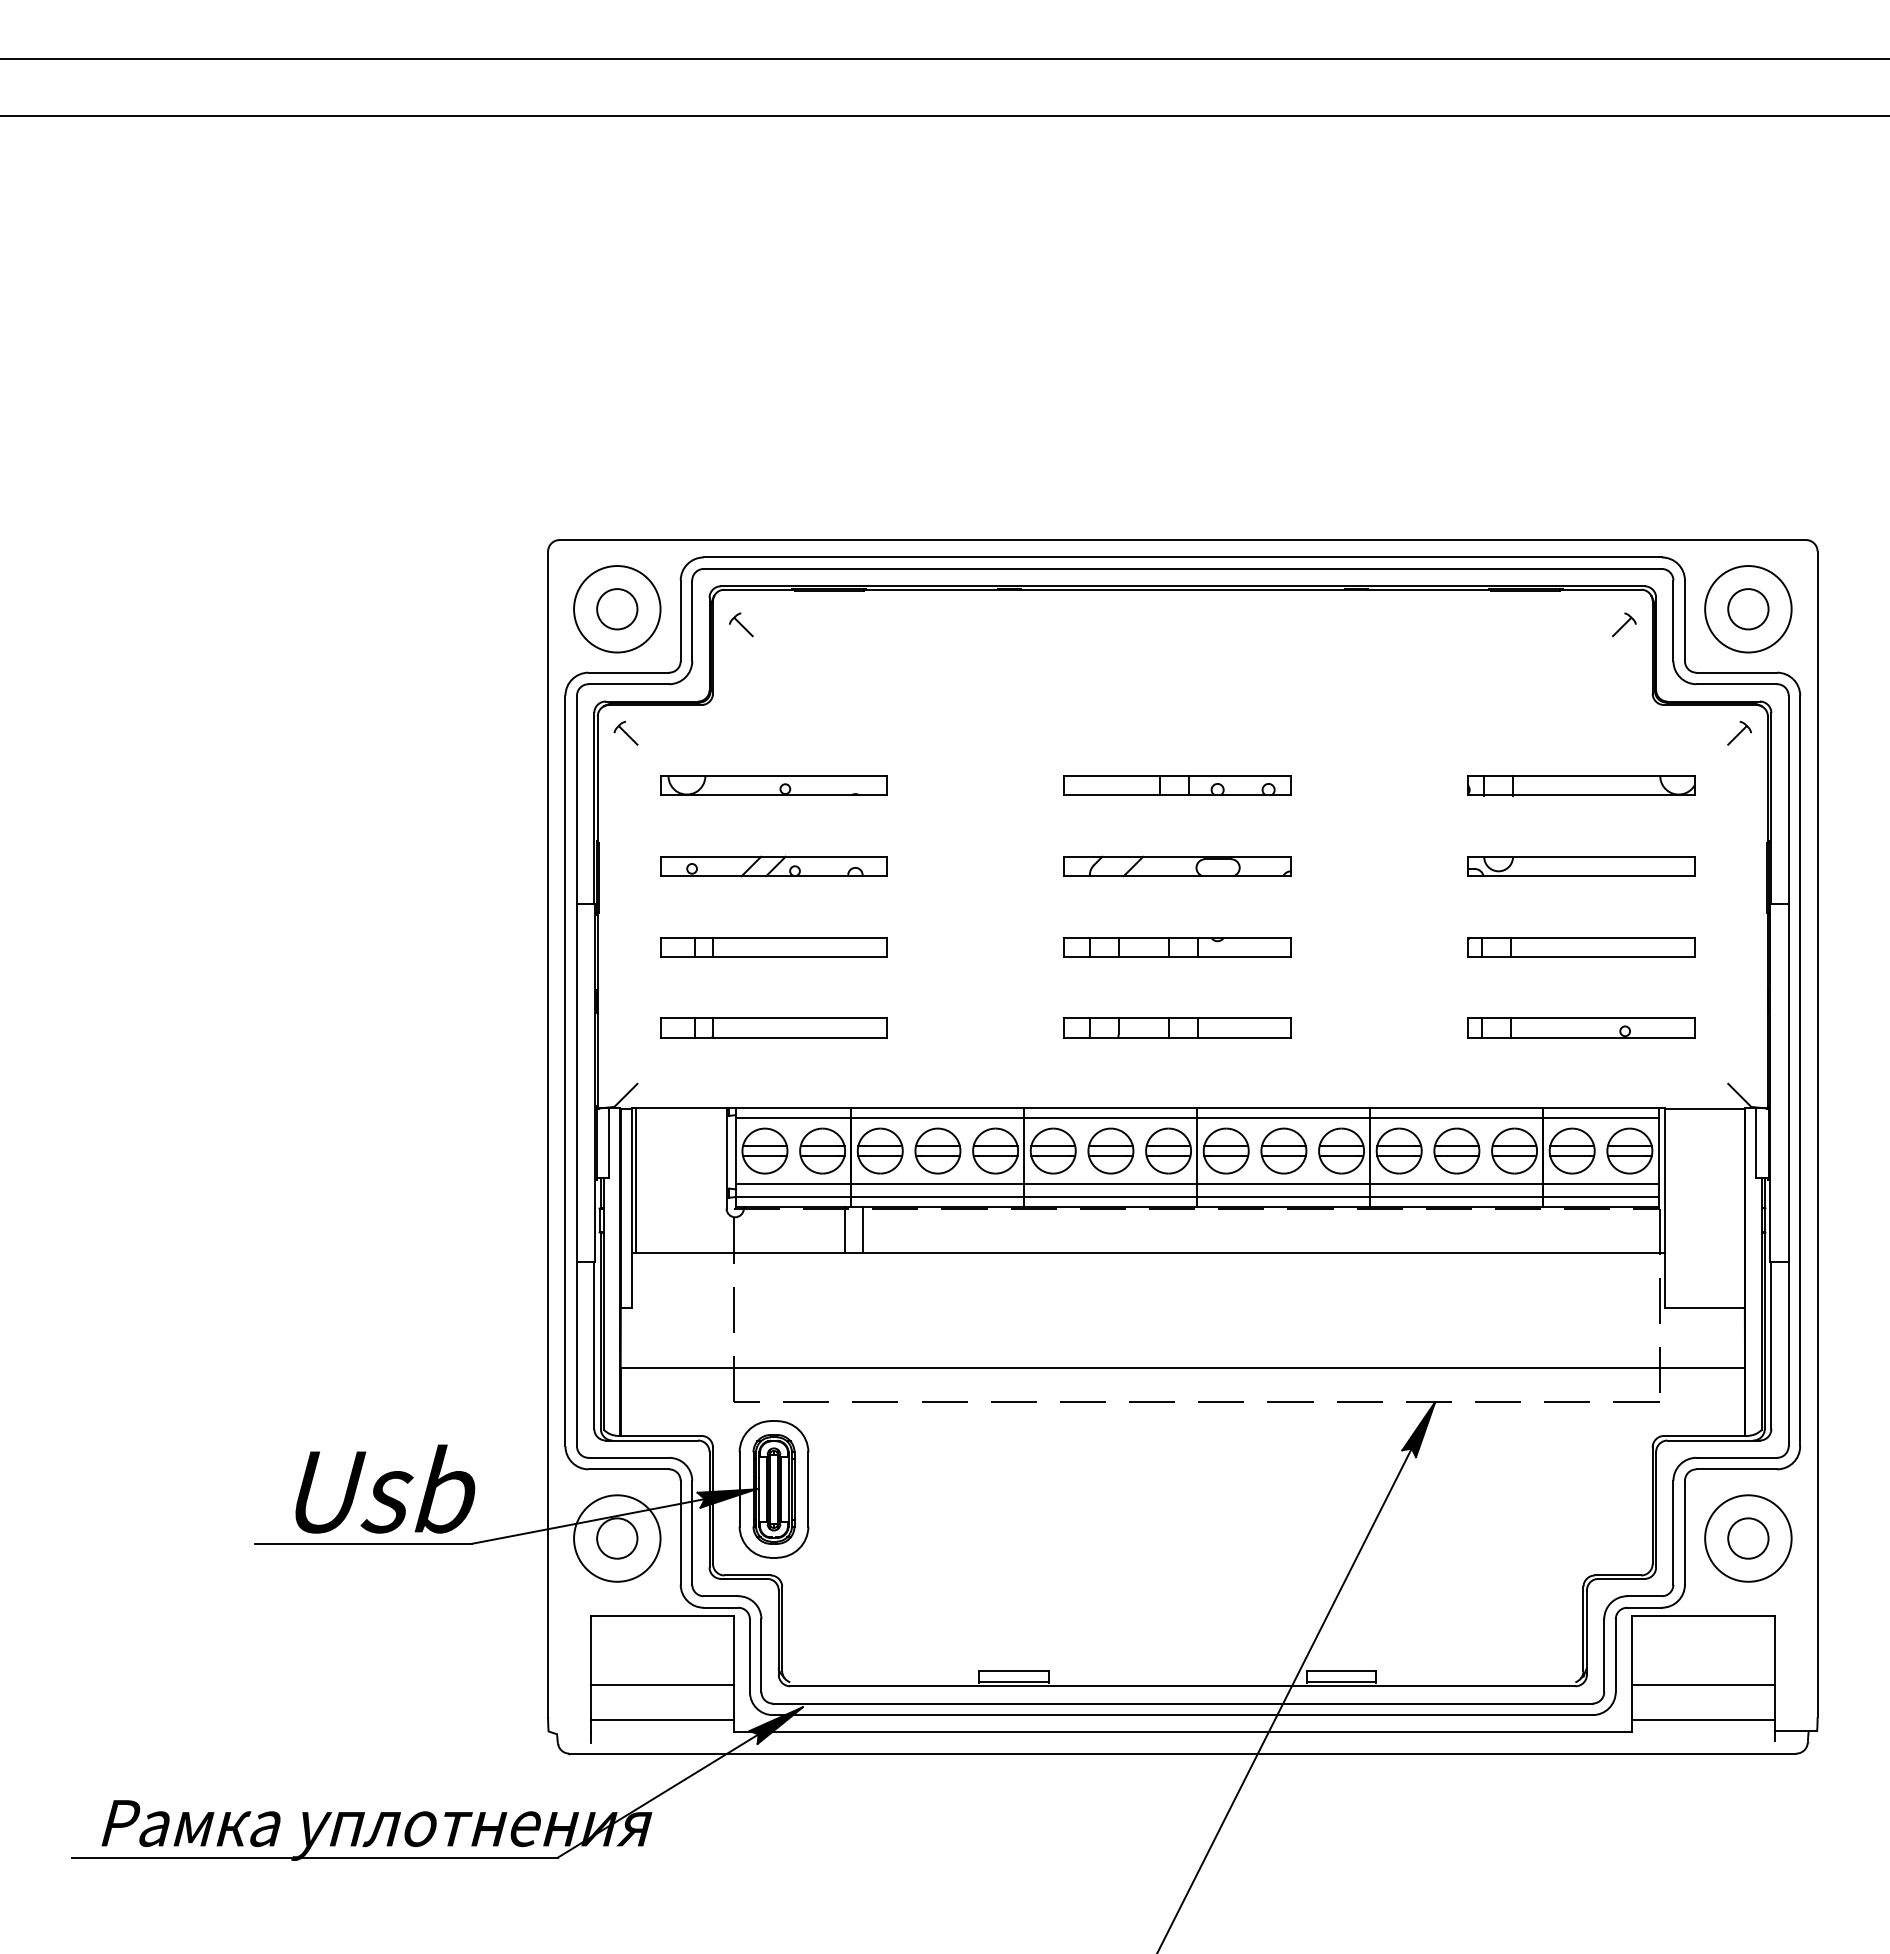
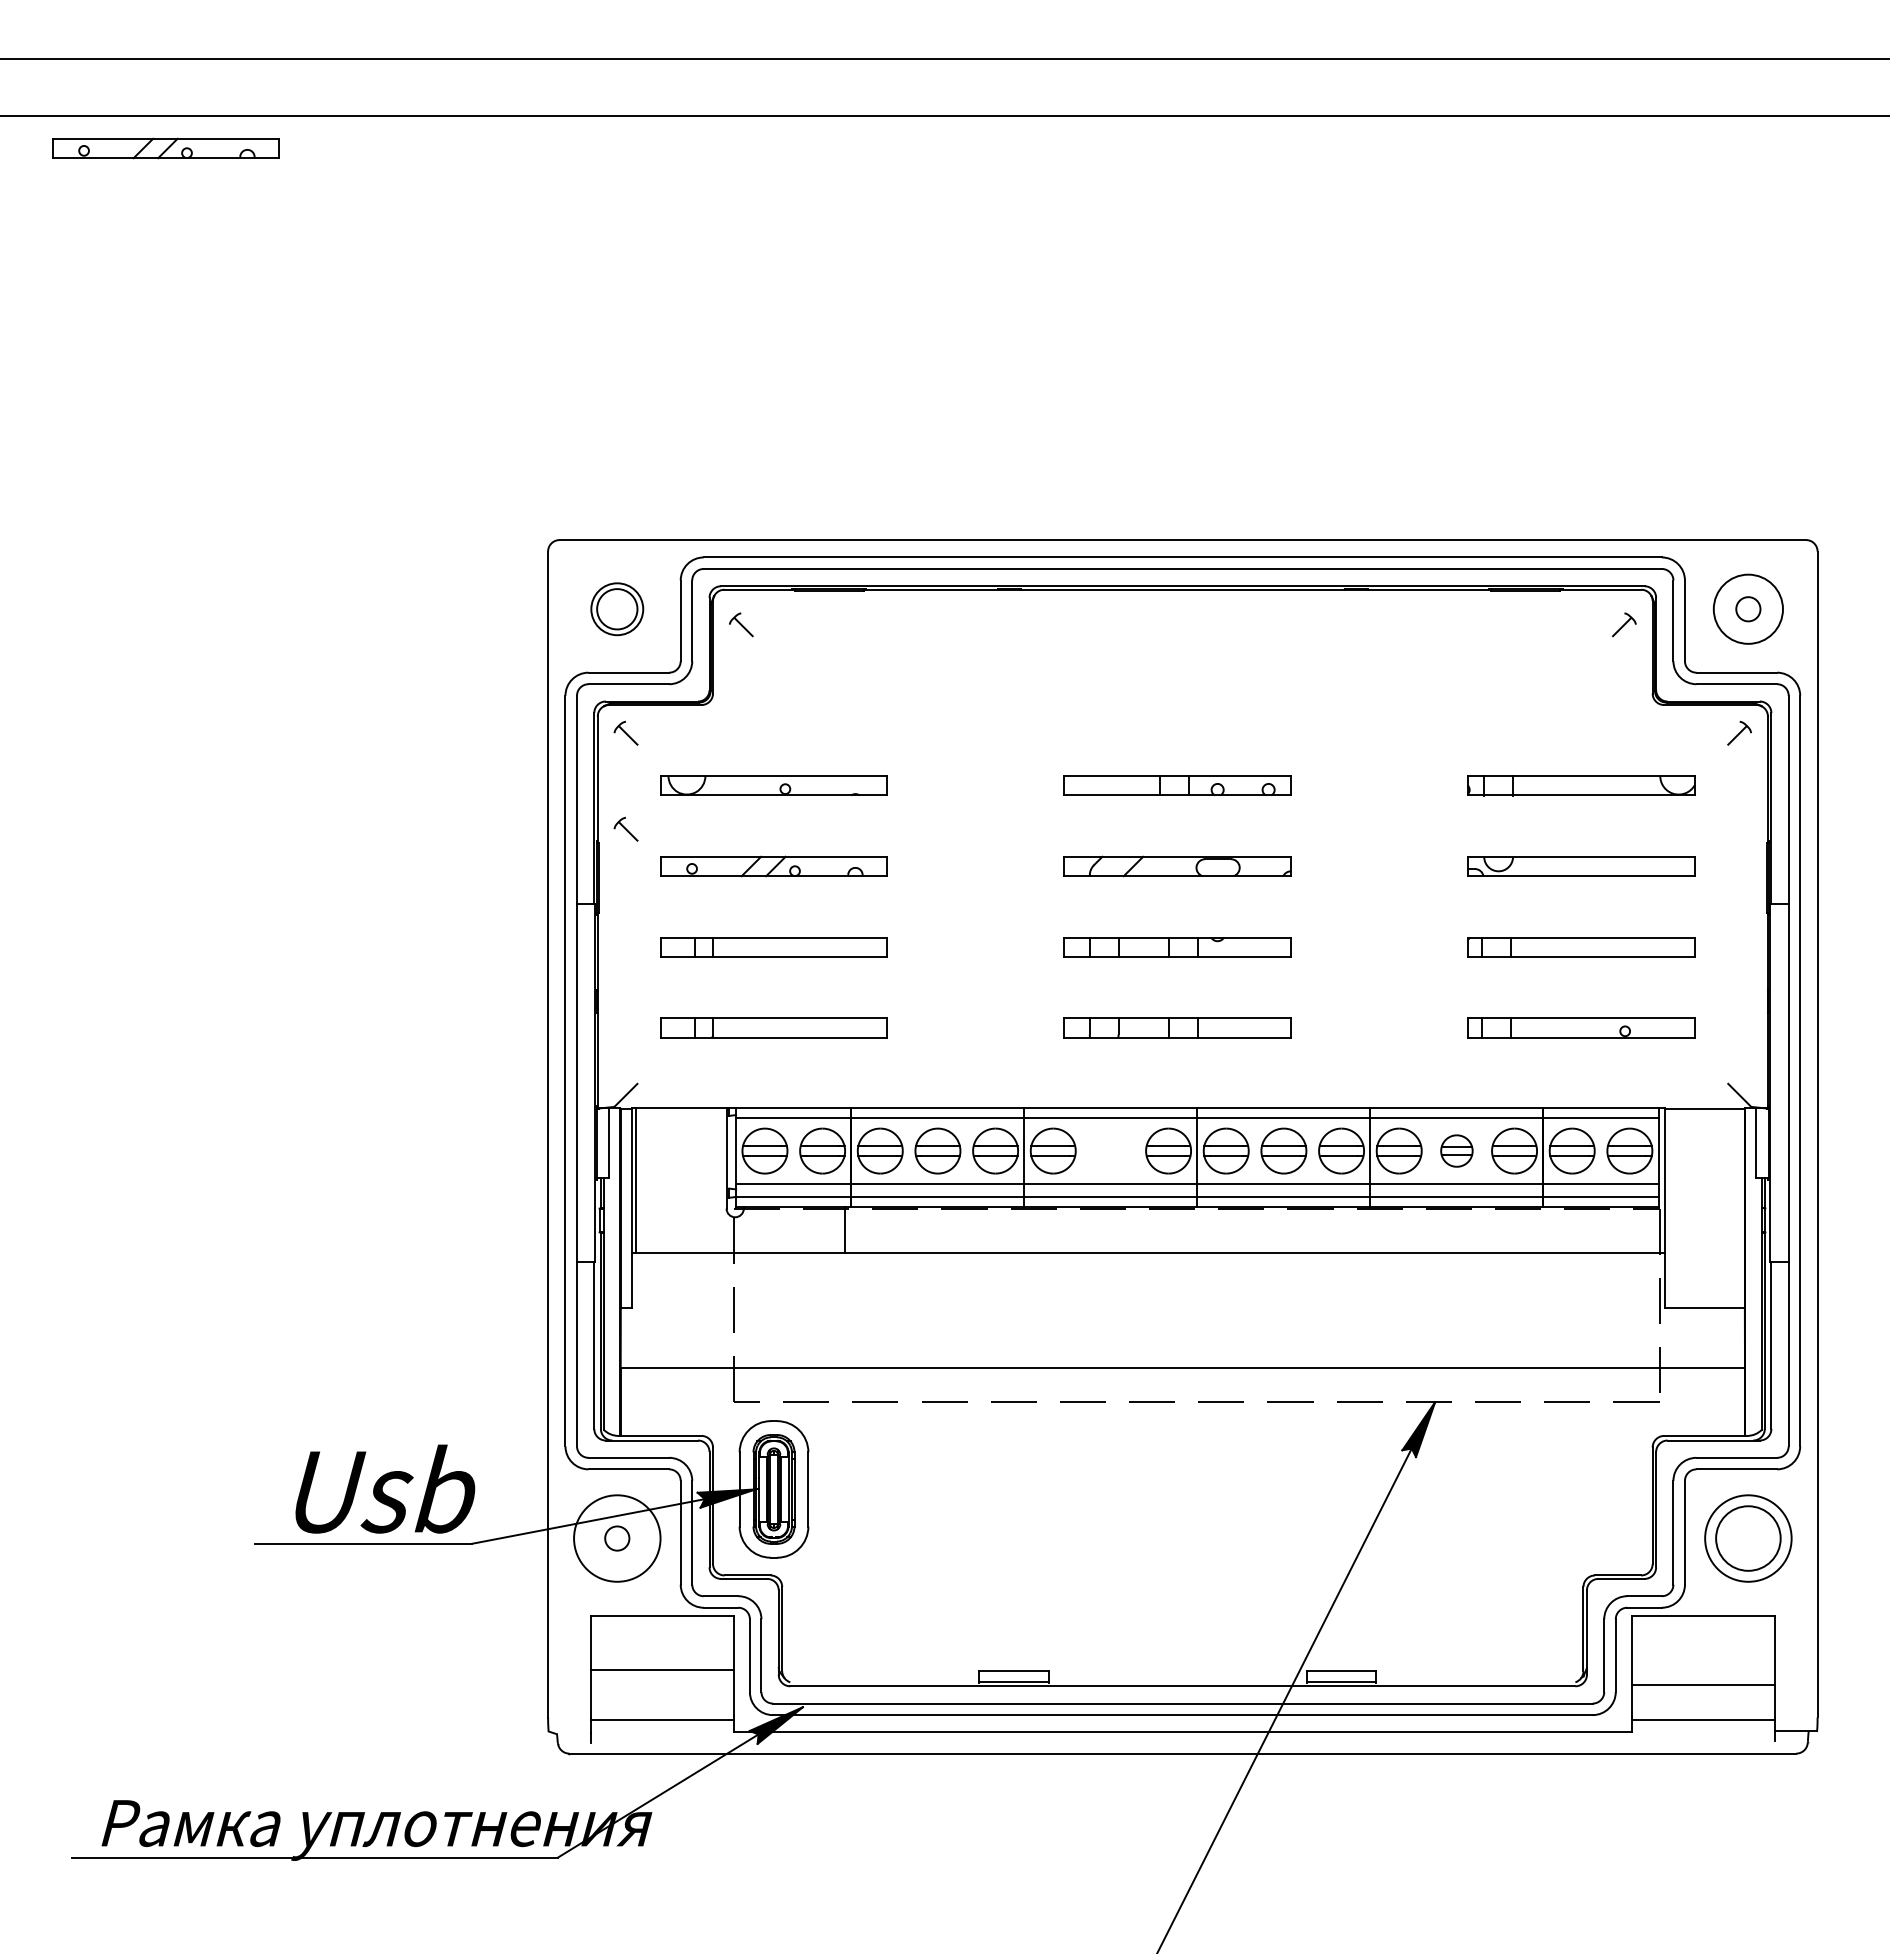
part at (165, 148): none -> present
circle at (617, 609) diameter: 86 px -> 52 px
circle at (1748, 609) diameter: 40 px -> 24 px
circle at (1748, 609) diameter: 86 px -> 69 px
part at (625, 828): none -> present
part at (1110, 1150): present -> none
part at (1456, 1150) size: 48x48 px -> 34x34 px
line at (862, 1230): present -> none
circle at (617, 1538) diameter: 40 px -> 24 px
circle at (1748, 1538) diameter: 40 px -> 65 px
line at (661, 1685) position: (661, 1685) -> (661, 1670)
